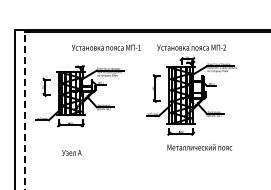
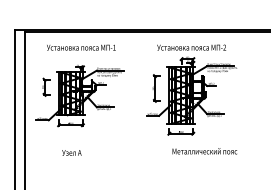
text at (106, 47) position: (106, 47) -> (81, 47)
line at (24, 111): dashed -> solid
text at (199, 147) position: (199, 147) -> (204, 151)
